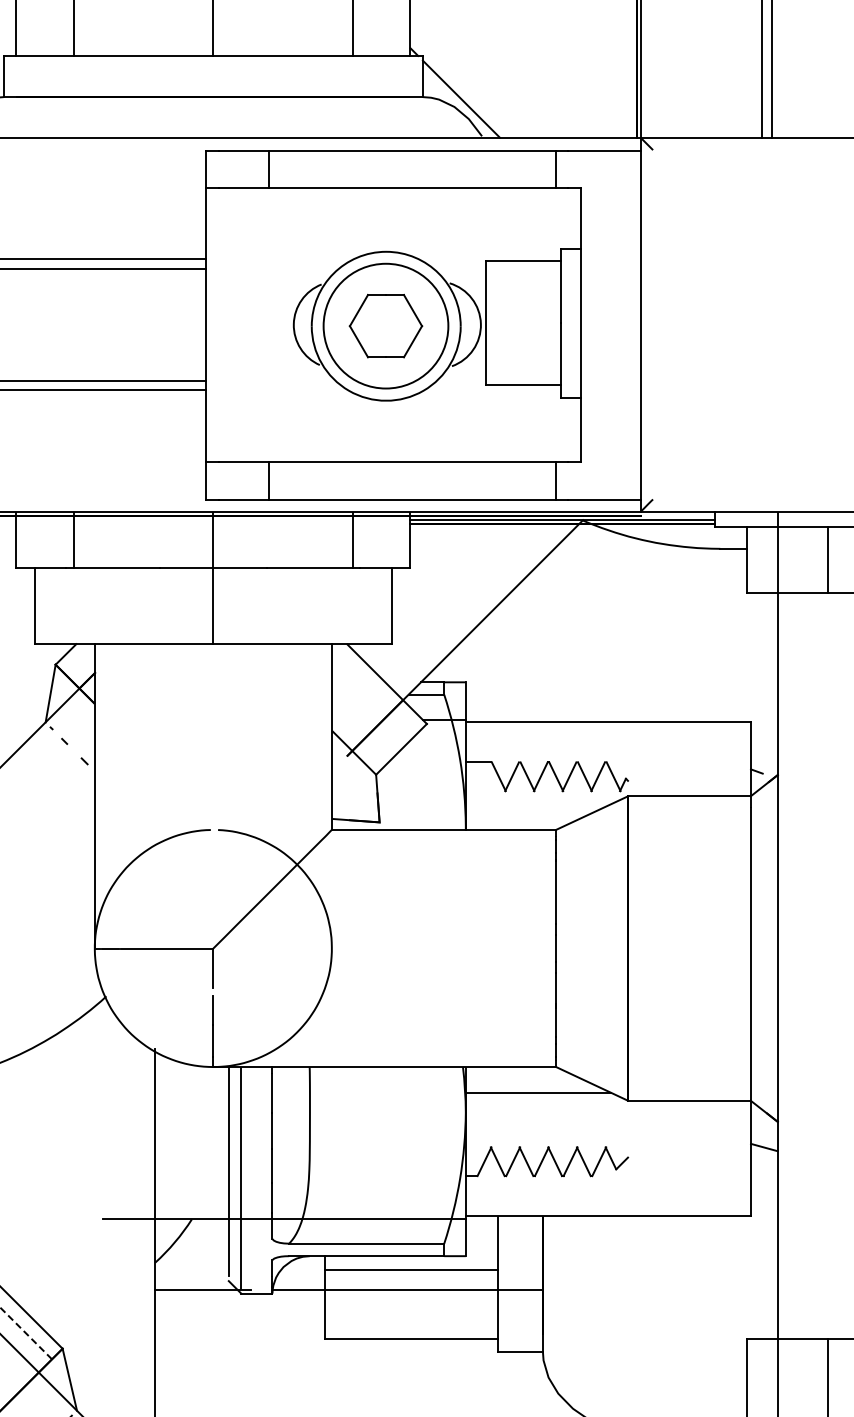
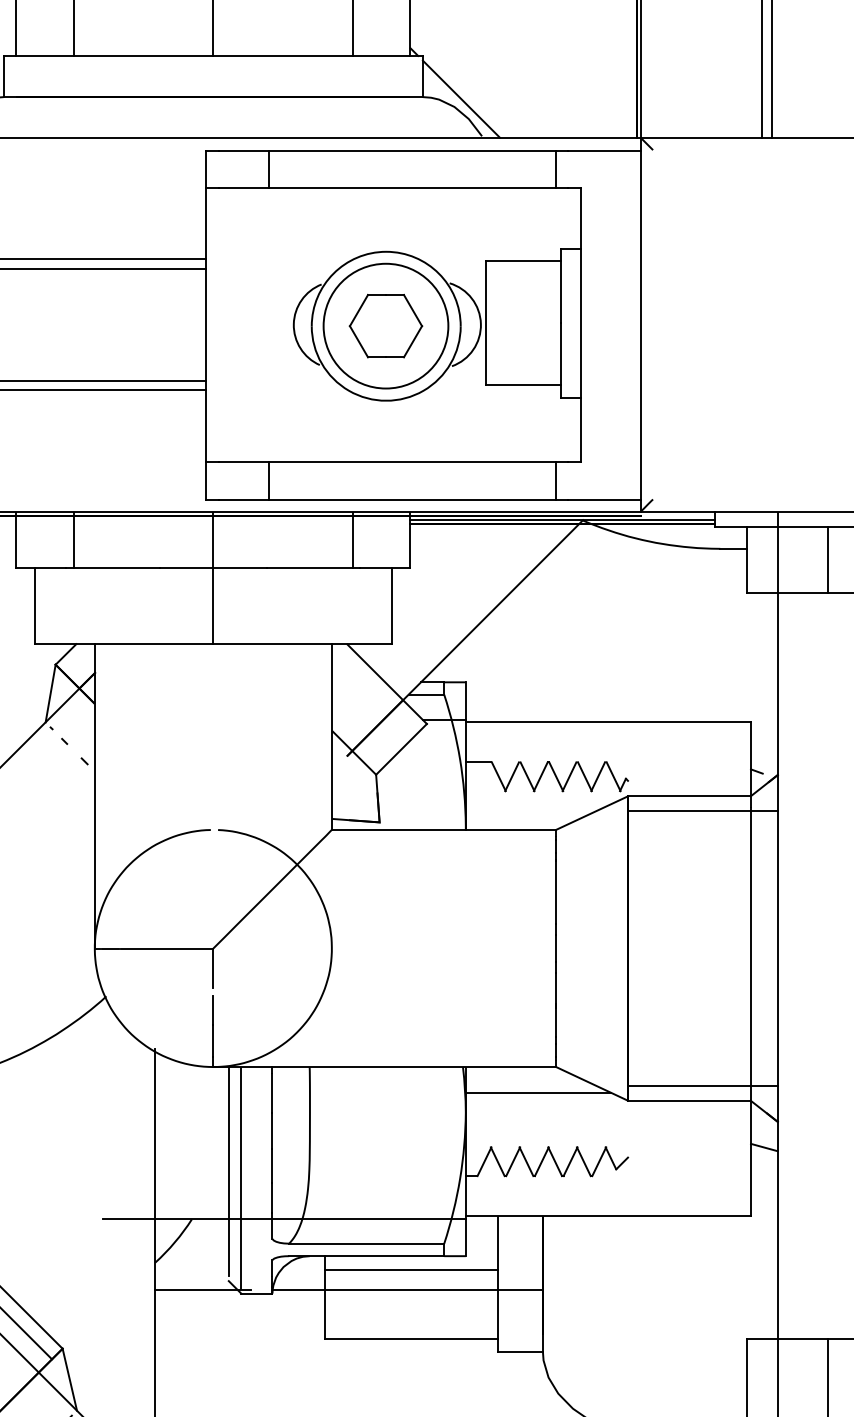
line at (702, 811): none -> present
line at (702, 1085): none -> present
line at (25, 1333): dashed -> solid
